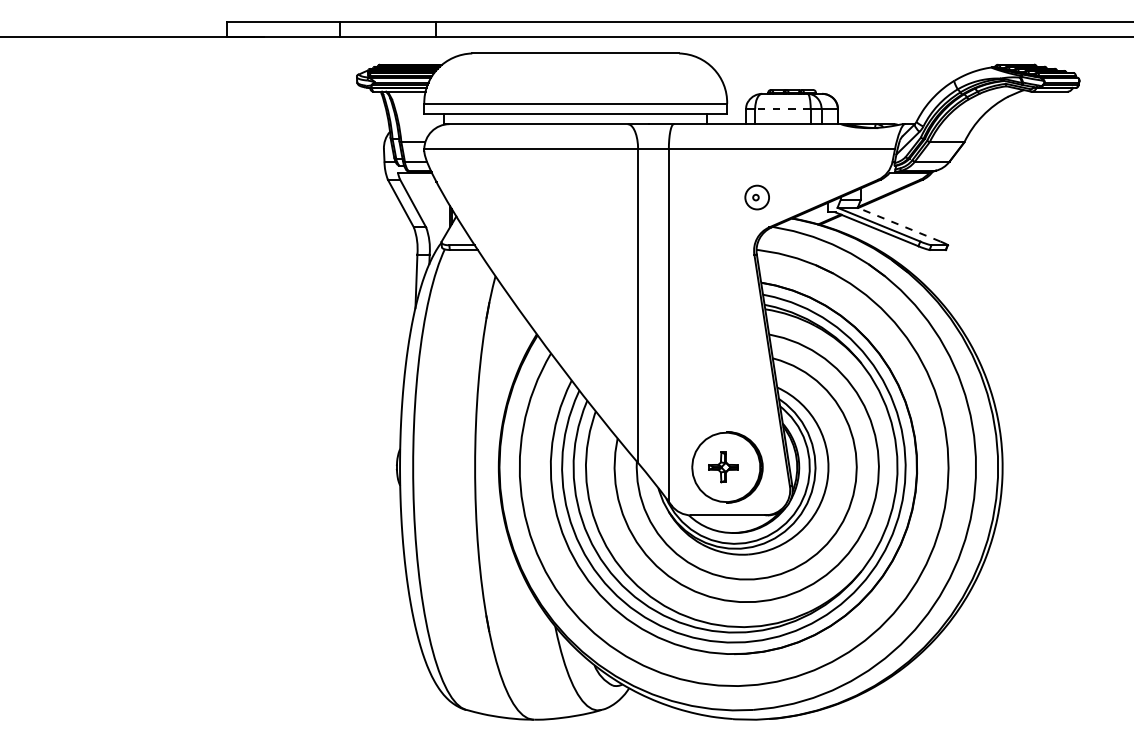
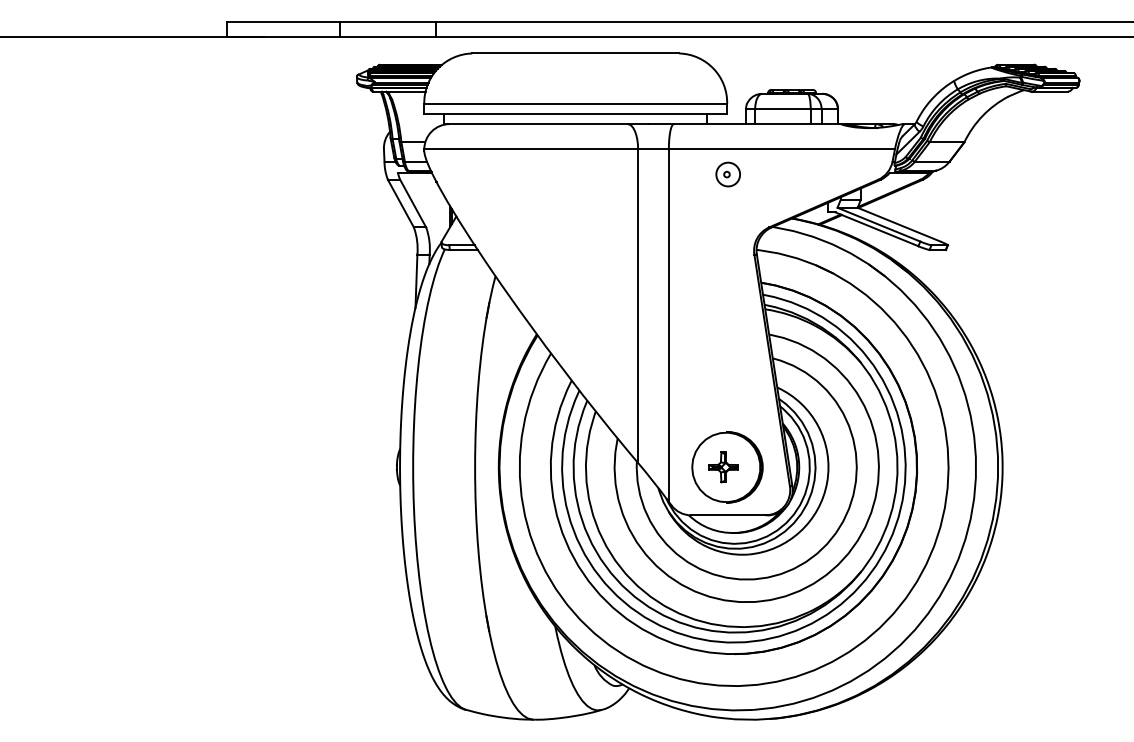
line at (782, 109): dashed -> solid
part at (756, 197) position: (756, 197) -> (727, 174)
line at (899, 224): dashed -> solid
